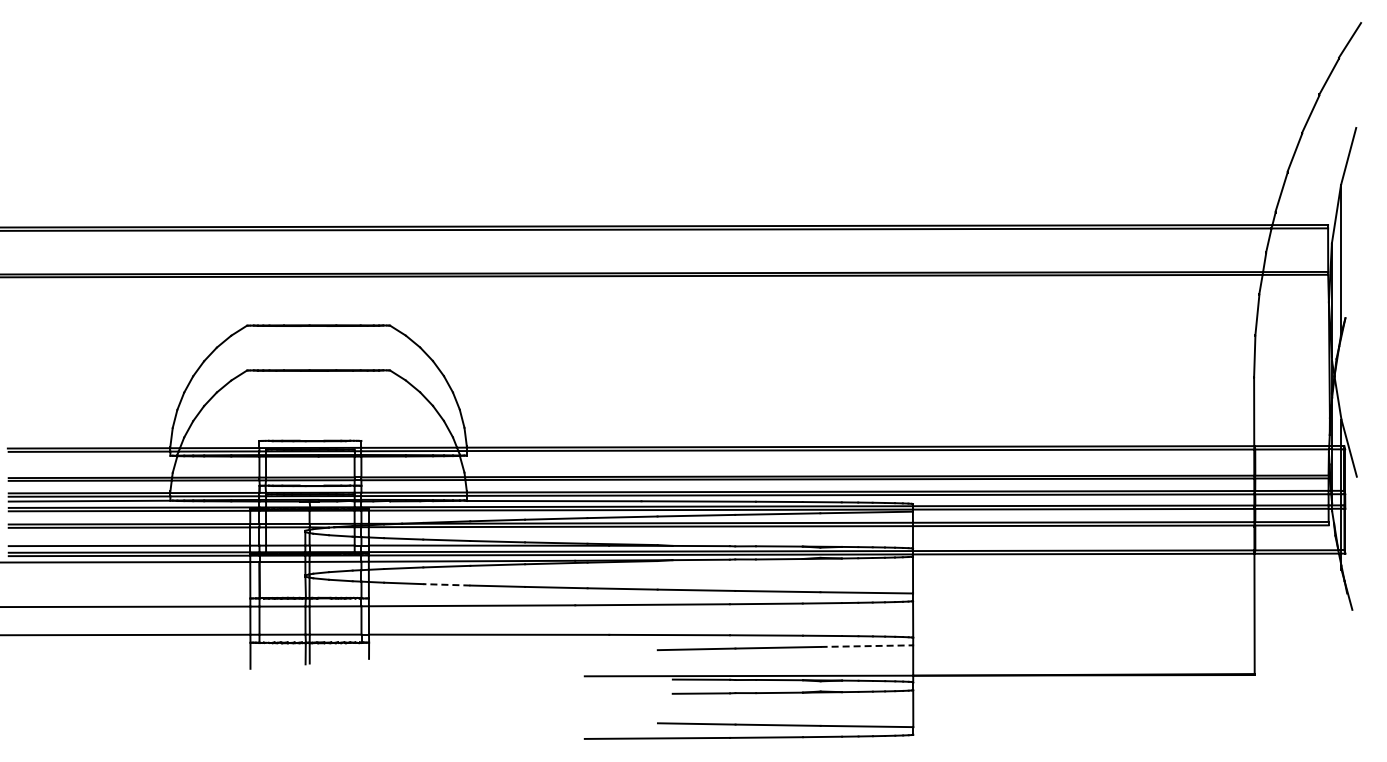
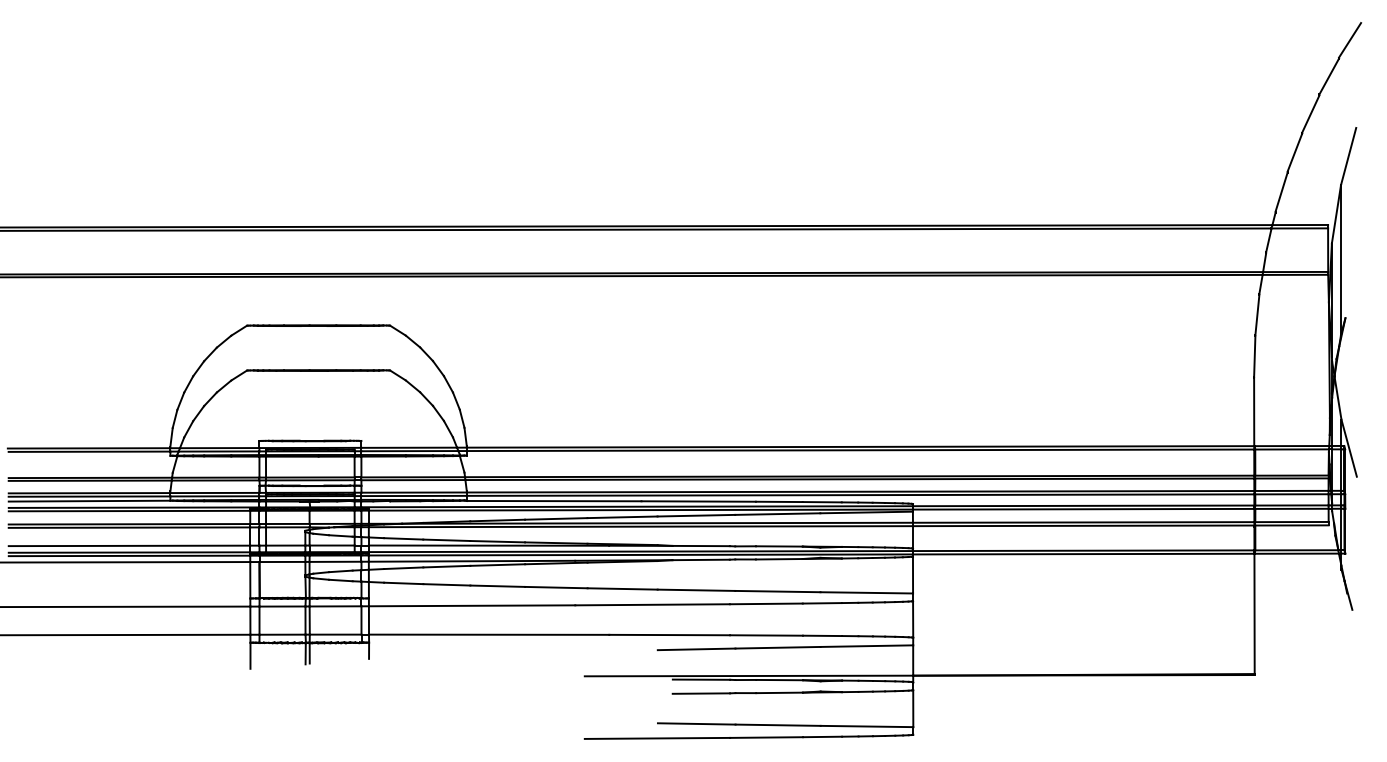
line at (446, 584): dashed -> solid
line at (867, 646): dashed -> solid
